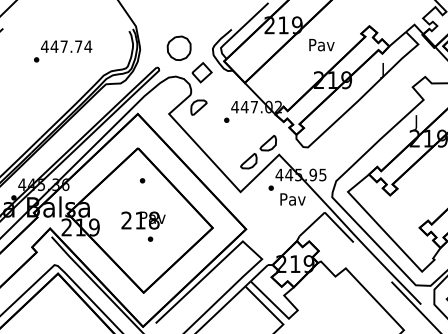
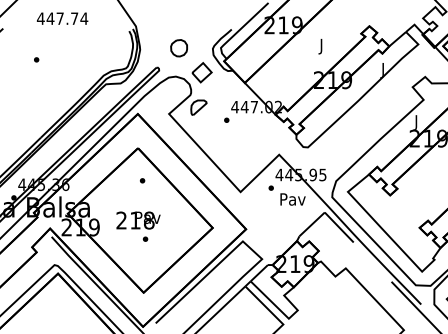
text at (66, 46) position: (66, 46) -> (62, 18)
text at (321, 46): Pav -> J
part at (178, 47) size: 26x26 px -> 18x19 px
part at (258, 152): present -> none
text at (143, 226) position: (143, 226) -> (138, 226)
